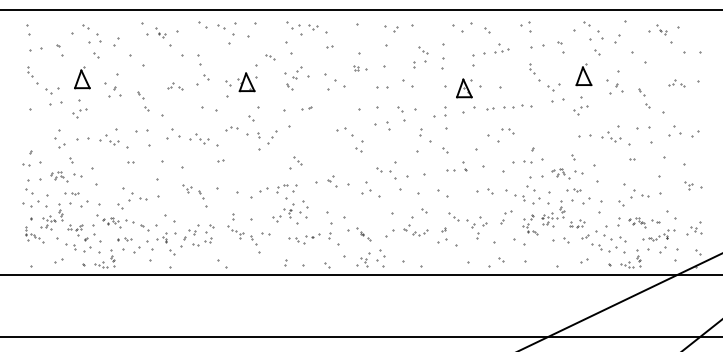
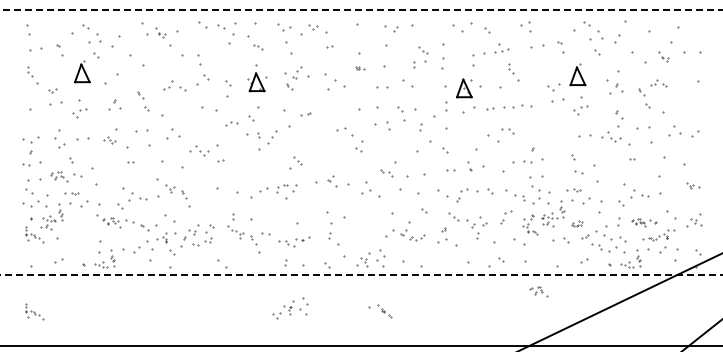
line at (361, 10): solid -> dashed
part at (293, 25) position: (293, 25) -> (284, 27)
part at (661, 29) position: (661, 29) -> (663, 56)
part at (116, 41) size: 7x10 px -> 10x13 px
part at (270, 57) position: (270, 57) -> (258, 47)
part at (360, 68) size: 15x7 px -> 11x5 px
part at (534, 72) position: (534, 72) -> (513, 72)
part at (583, 74) position: (583, 74) -> (577, 74)
part at (82, 77) position: (82, 77) -> (82, 71)
part at (247, 82) position: (247, 82) -> (257, 82)
part at (676, 83) position: (676, 83) -> (658, 83)
part at (175, 86) size: 17x9 px -> 24x12 px
part at (52, 90) size: 15x8 px -> 10x6 px
part at (114, 91) position: (114, 91) -> (114, 104)
part at (306, 108) position: (306, 108) -> (305, 114)
part at (445, 111) position: (445, 111) -> (446, 106)
part at (619, 114): none -> present
part at (231, 128) position: (231, 128) -> (231, 123)
part at (420, 132) position: (420, 132) -> (420, 127)
part at (199, 138) position: (199, 138) -> (199, 150)
part at (30, 139): none -> present
part at (109, 139) size: 21x12 px -> 14x9 px
part at (464, 166) position: (464, 166) -> (469, 166)
part at (386, 173) size: 21x13 px -> 14x9 px
part at (560, 173) position: (560, 173) -> (538, 291)
part at (693, 185) size: 19x10 px -> 15x8 px
part at (530, 188) position: (530, 188) -> (535, 188)
part at (194, 195) position: (194, 195) -> (177, 195)
part at (462, 195): none -> present
part at (290, 211) position: (290, 211) -> (290, 308)
part at (644, 222) size: 33x12 px -> 27x10 px
part at (577, 223) size: 17x10 px -> 13x8 px
part at (415, 226) position: (415, 226) -> (412, 231)
part at (694, 228) position: (694, 228) -> (694, 220)
part at (359, 234) position: (359, 234) -> (380, 311)
part at (80, 238): present -> none
part at (304, 238) position: (304, 238) -> (294, 241)
part at (124, 239): present -> none
line at (361, 275): solid -> dashed
part at (34, 311): none -> present
line at (360, 337) position: (360, 337) -> (360, 346)
